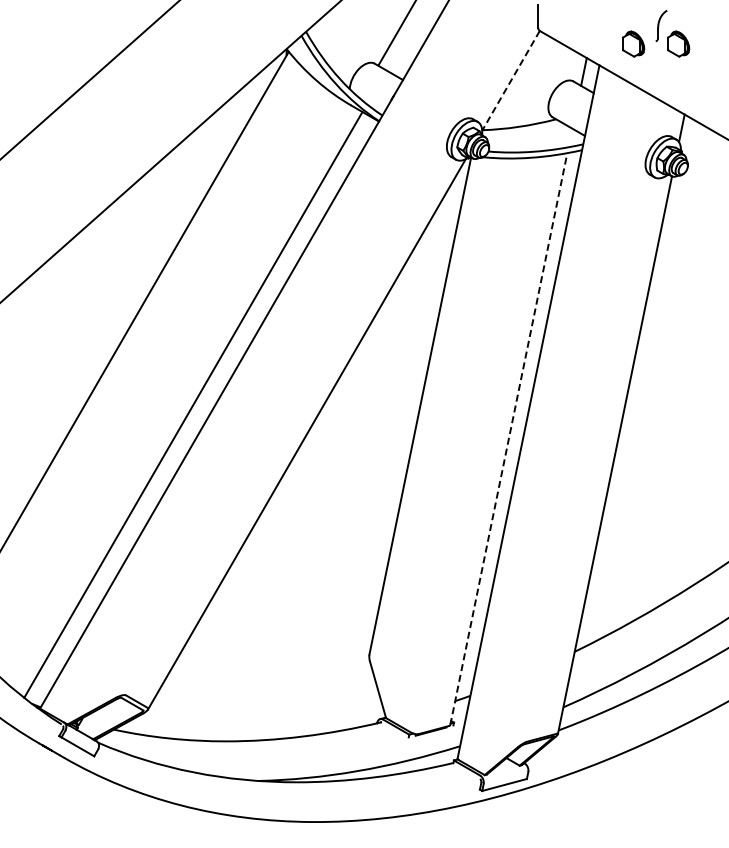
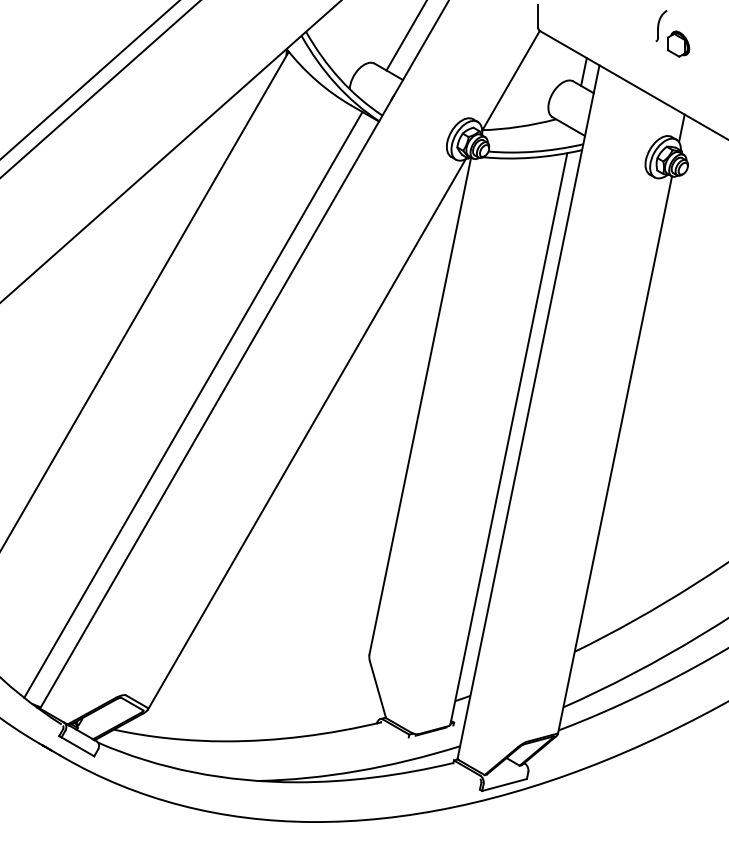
line at (396, 33) position: (396, 33) -> (405, 36)
part at (633, 43): present -> none
line at (511, 80): dashed -> solid
line at (100, 89): none -> present
line at (508, 439): dashed -> solid
